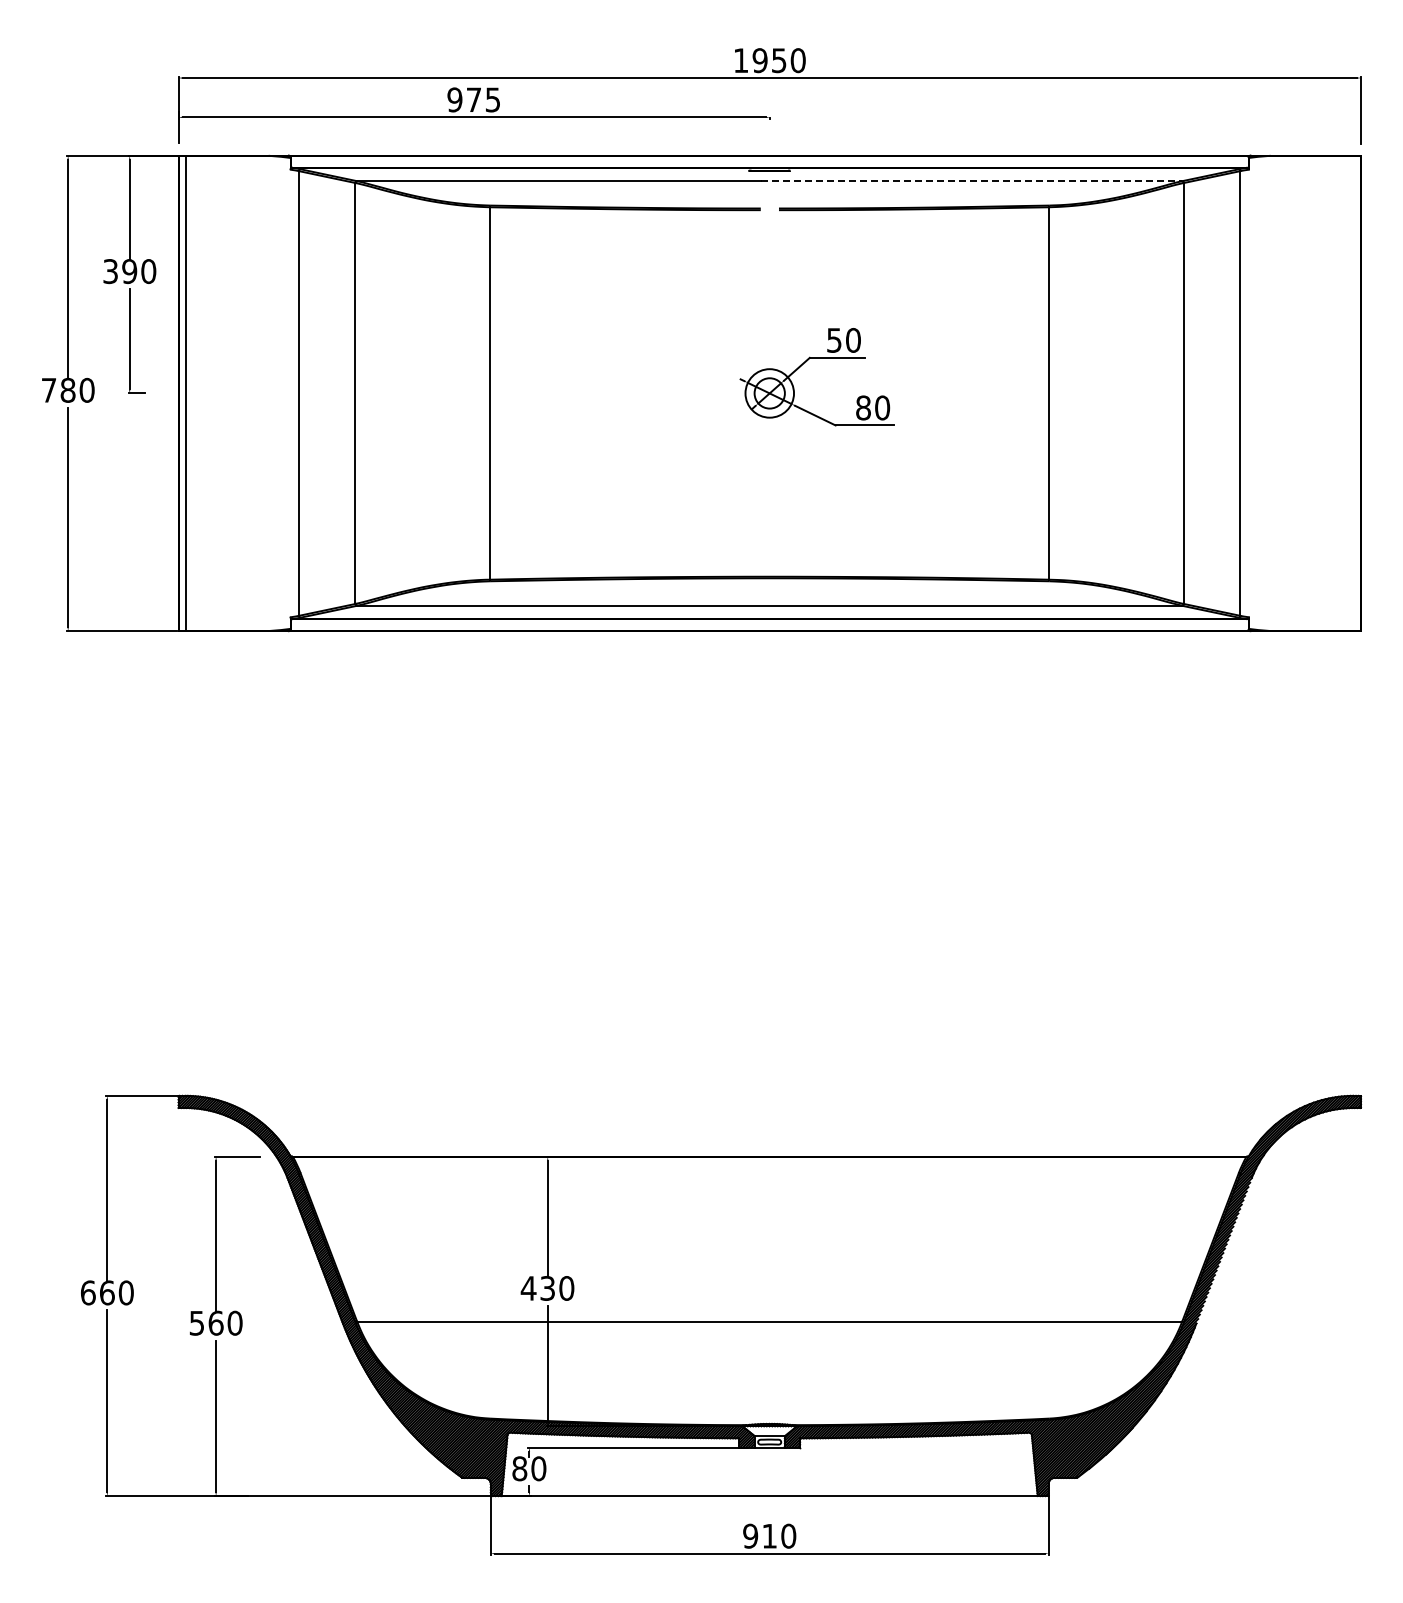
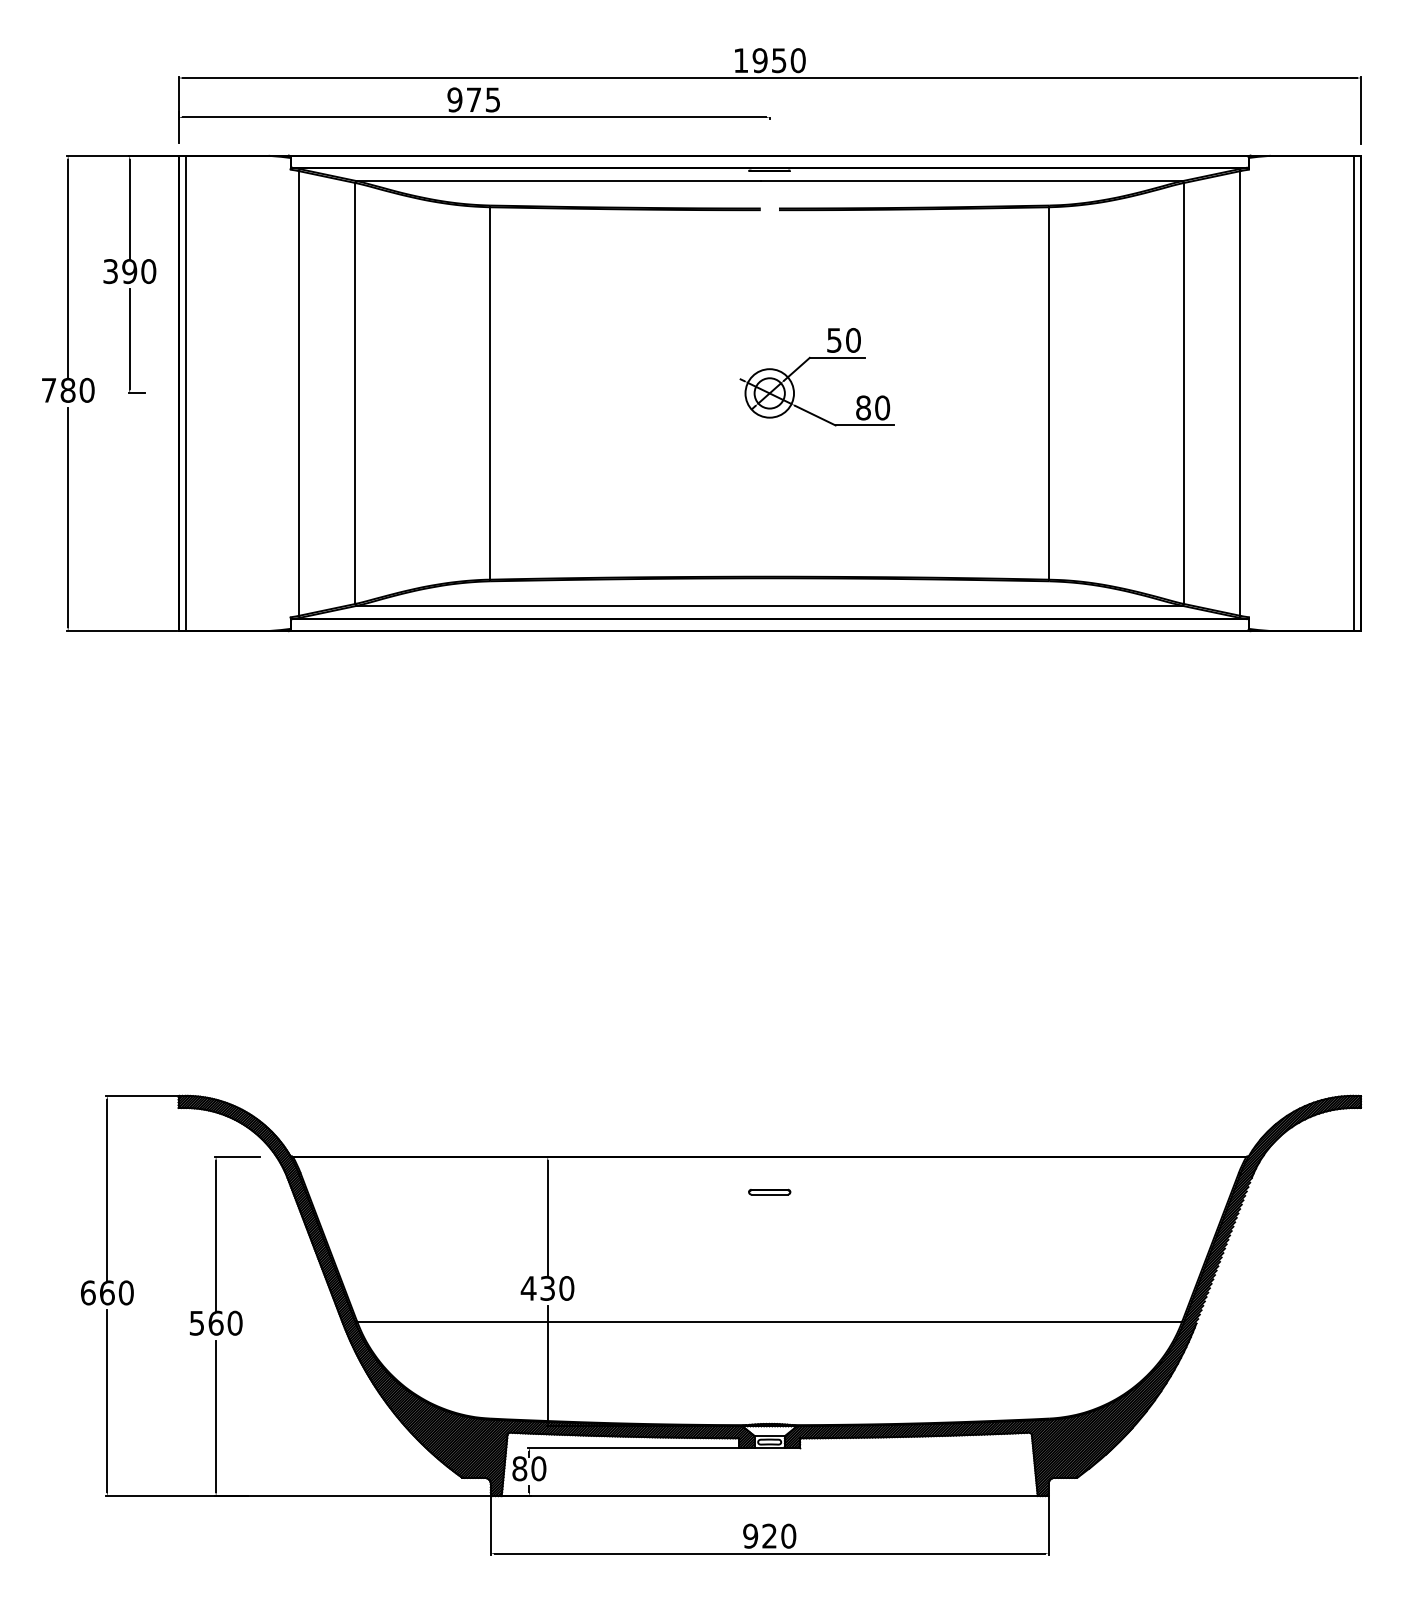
line at (971, 181): dashed -> solid
line at (1353, 393): none -> present
part at (769, 1191): none -> present
text at (769, 1535): 910 -> 920
